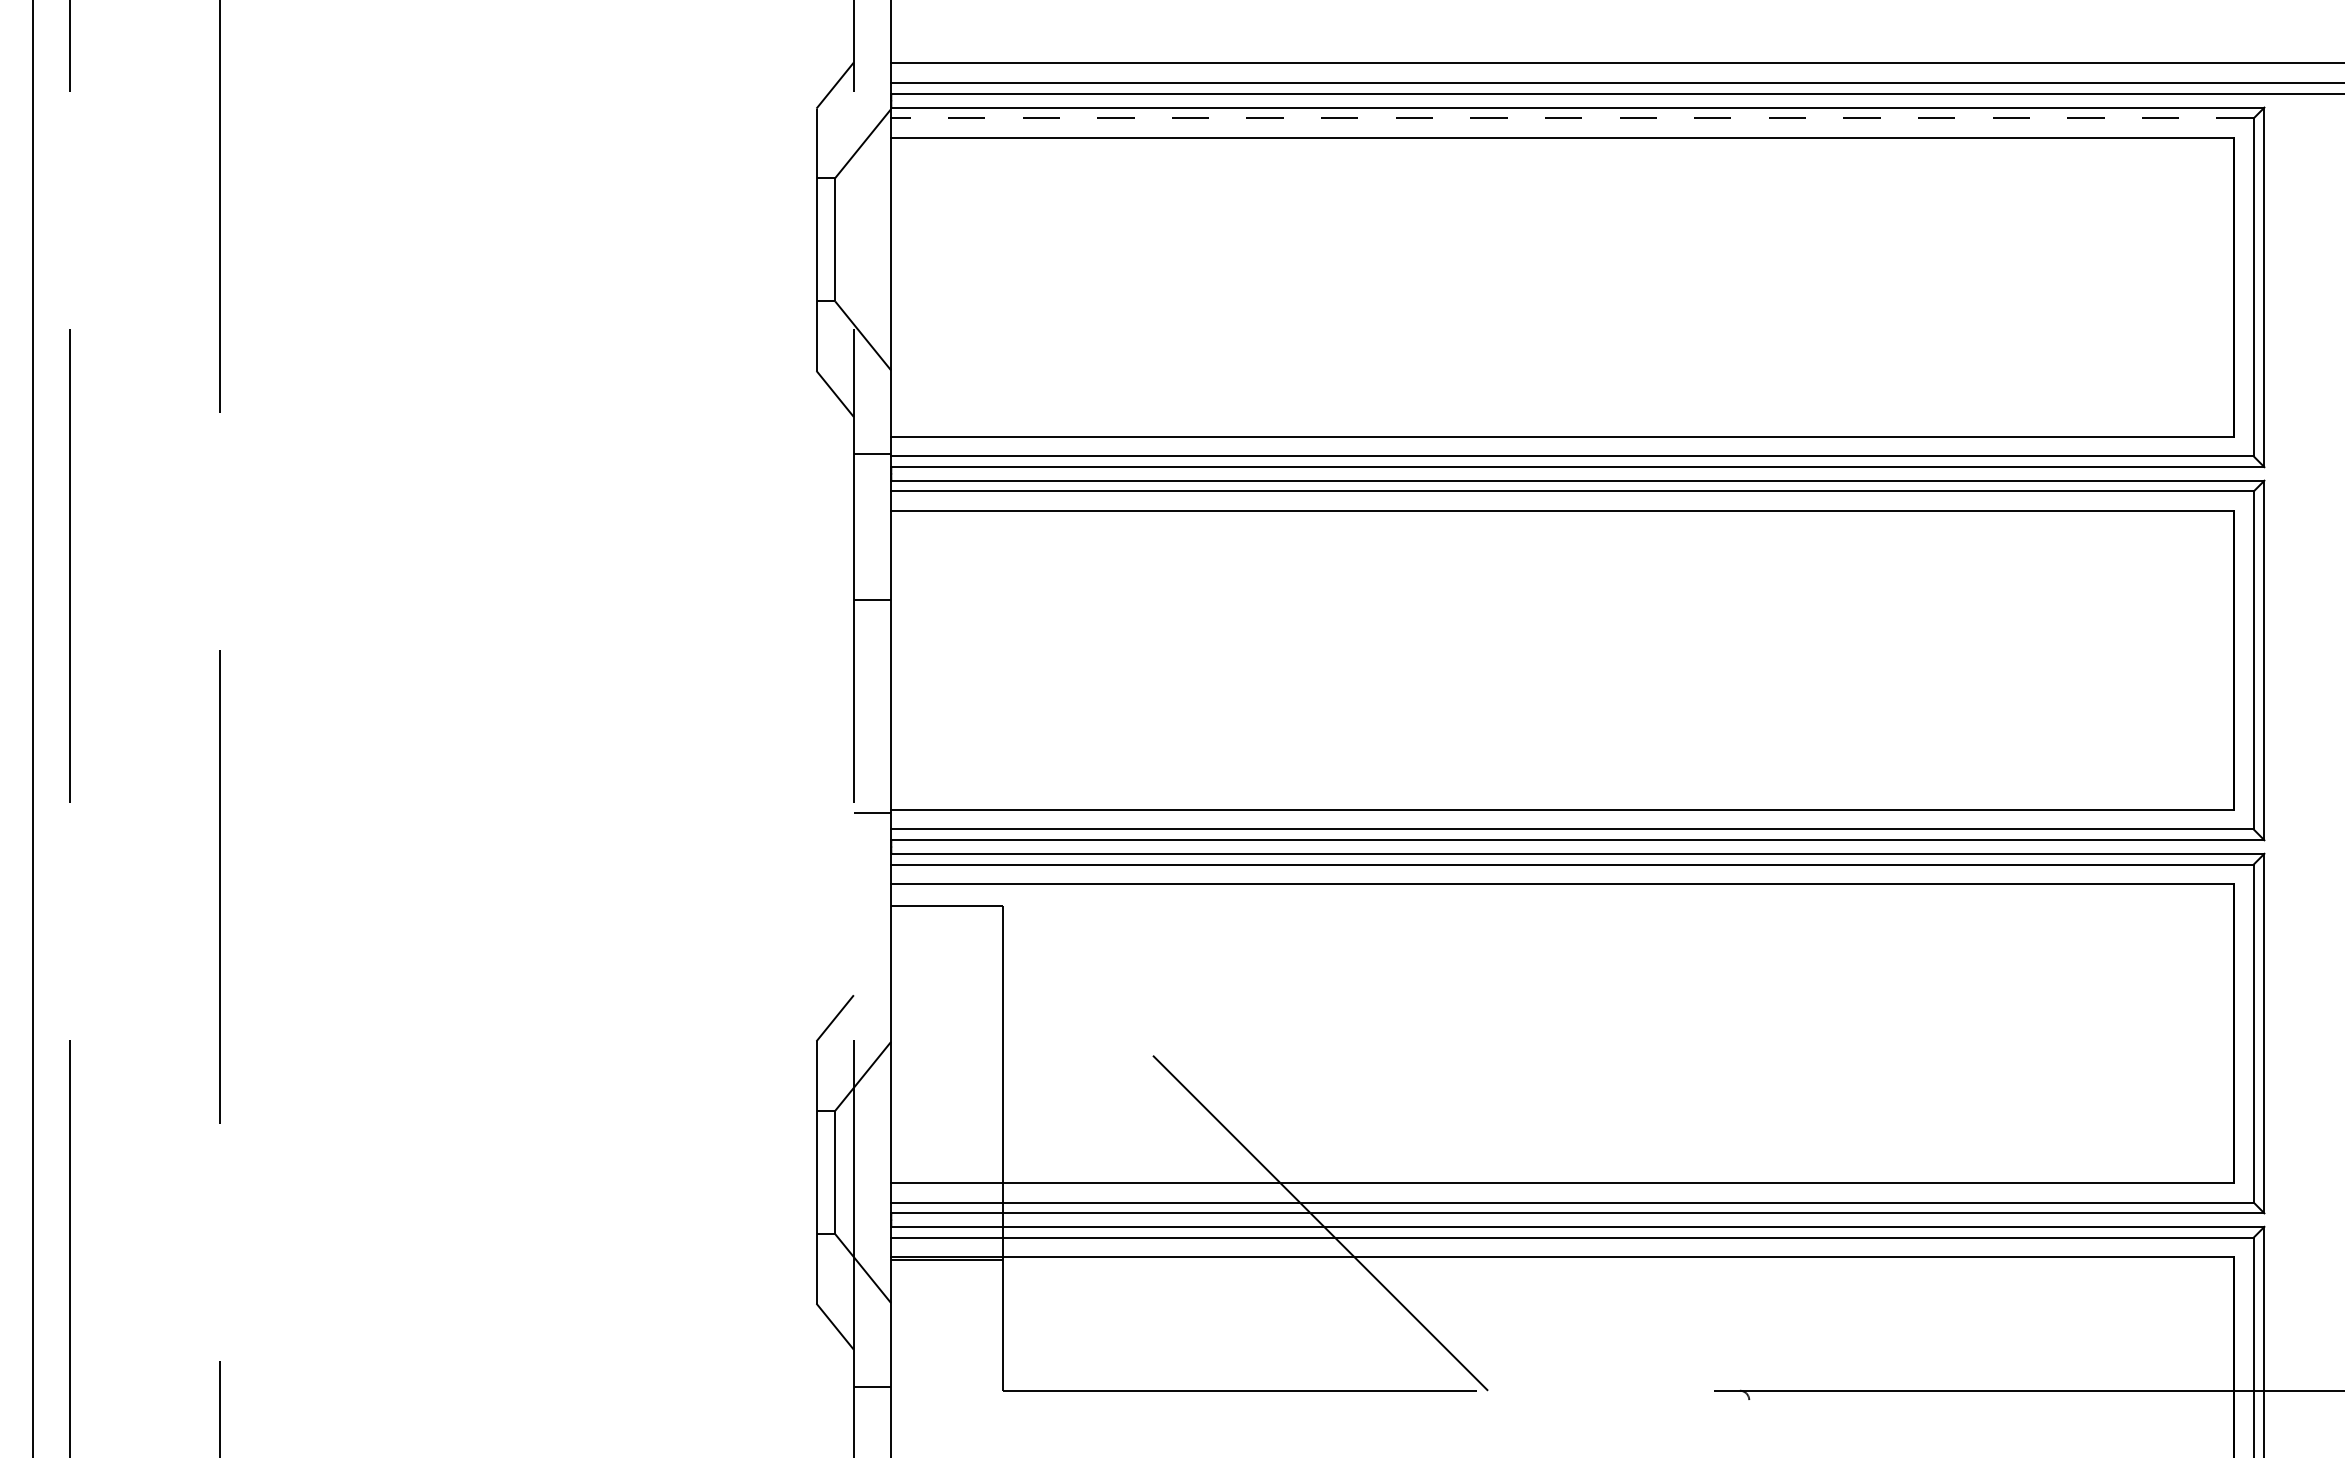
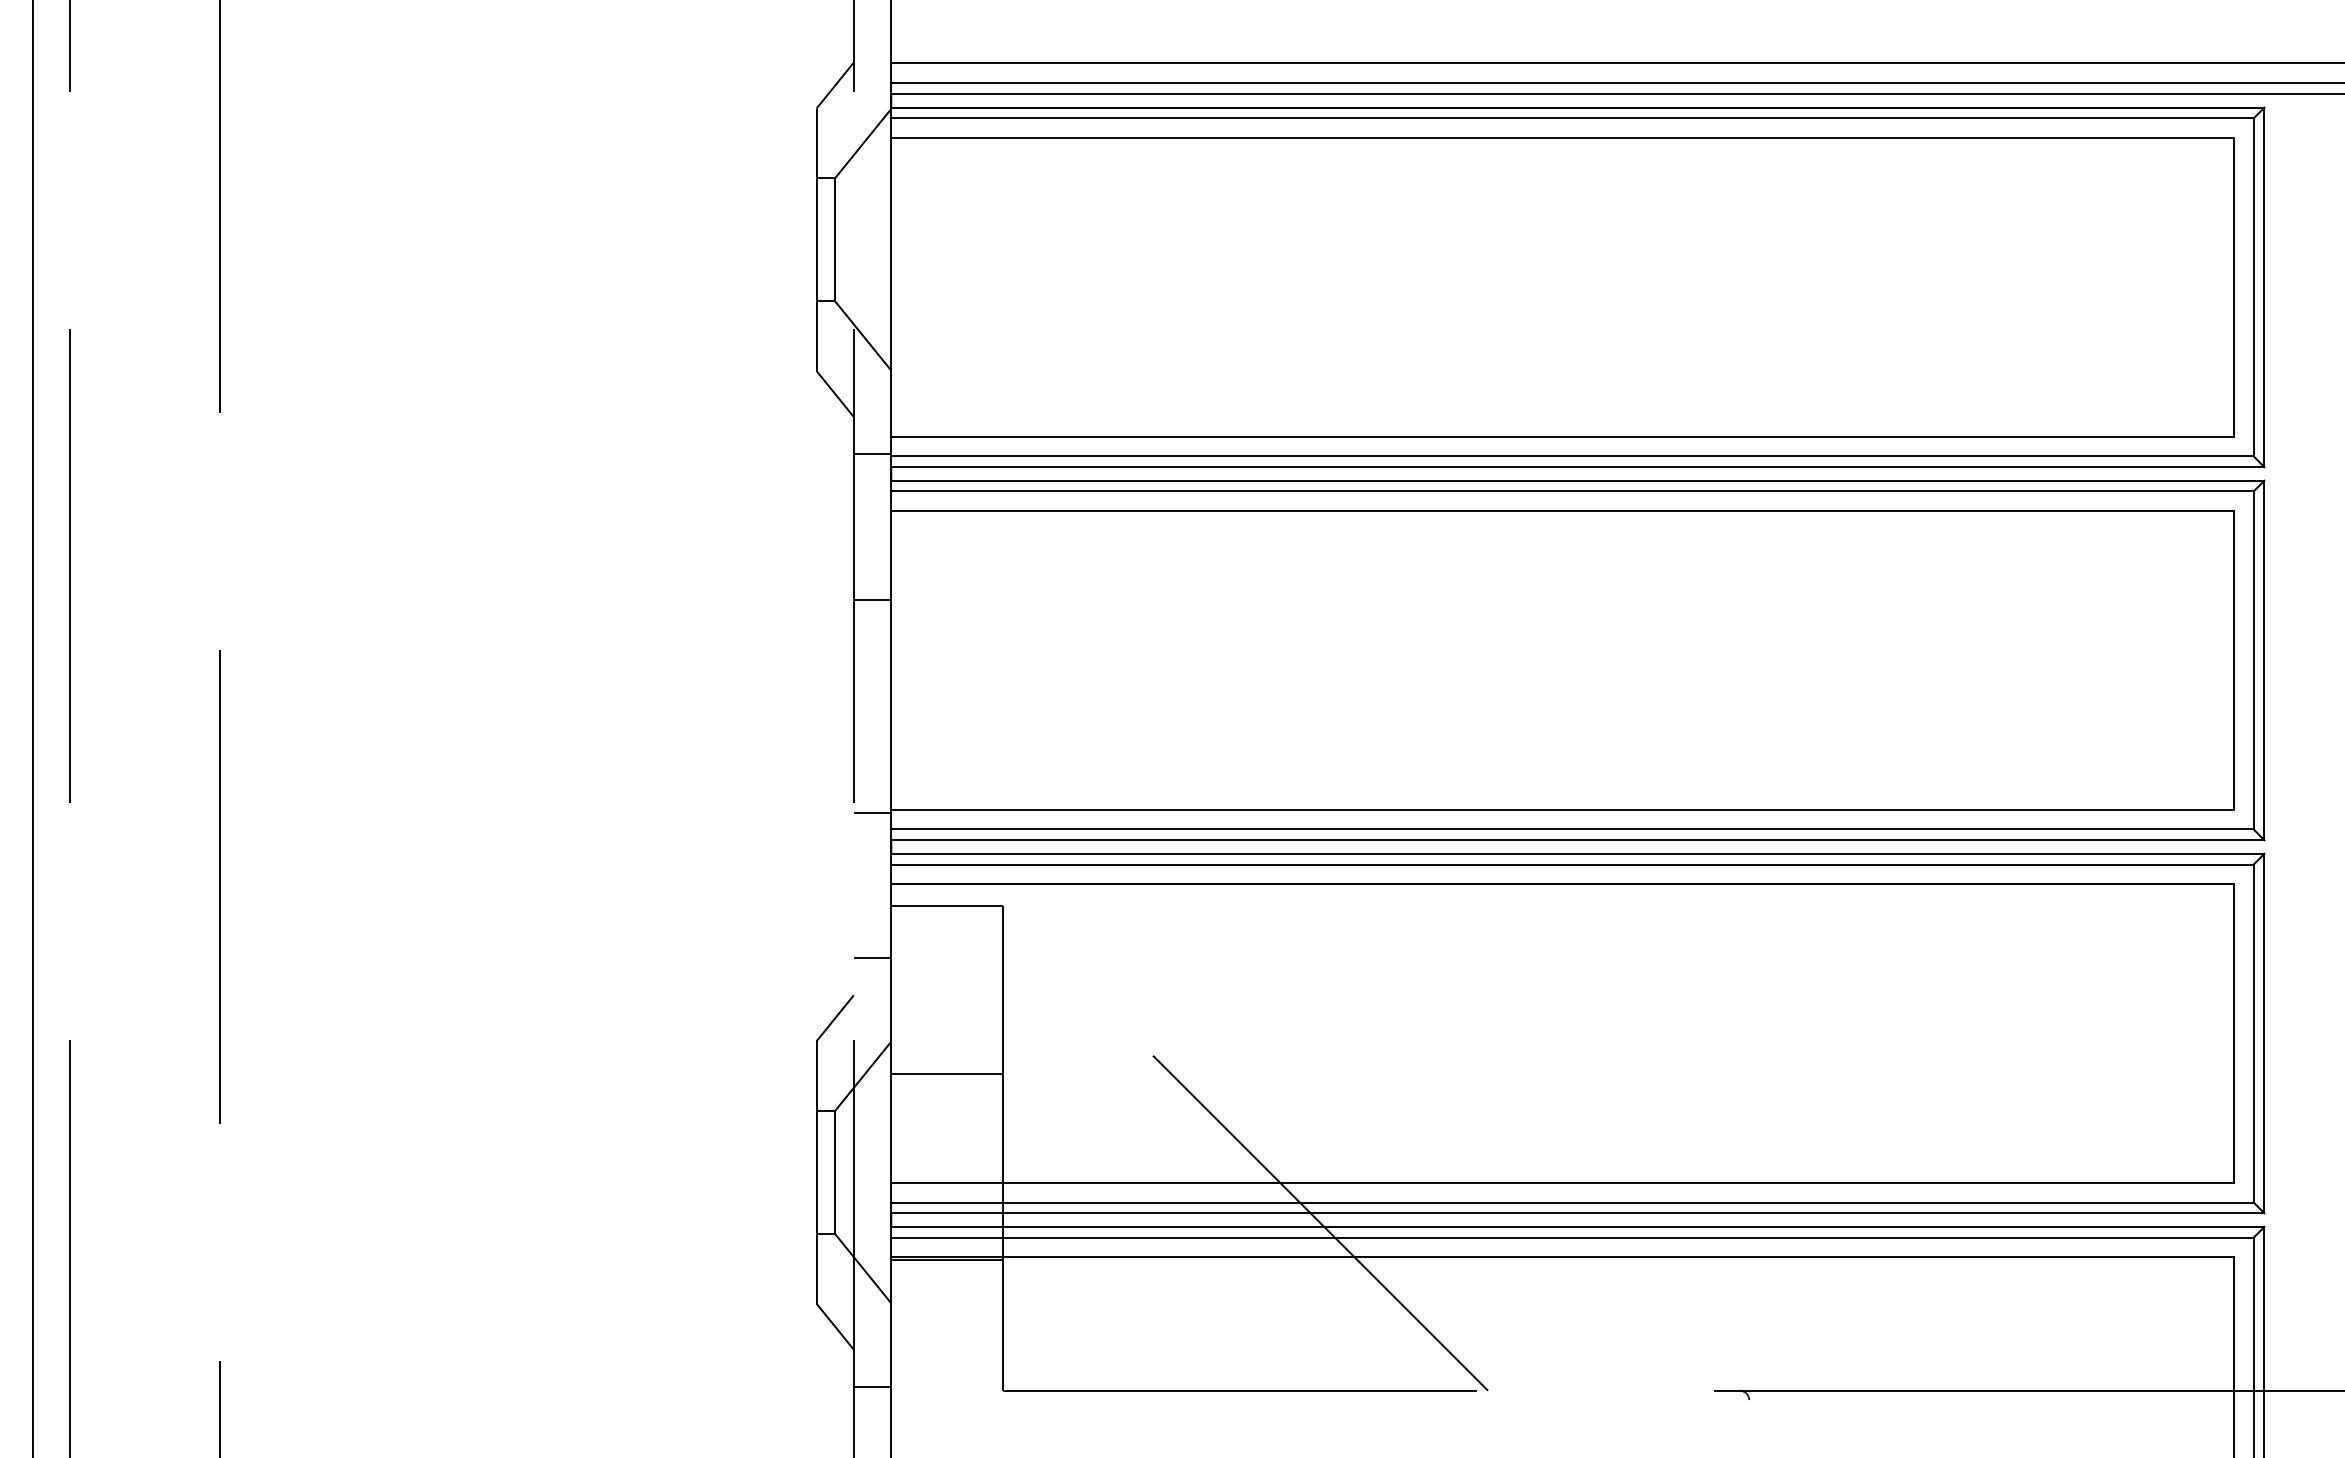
line at (1571, 118): dashed -> solid
line at (872, 957): none -> present
line at (947, 1073): none -> present
